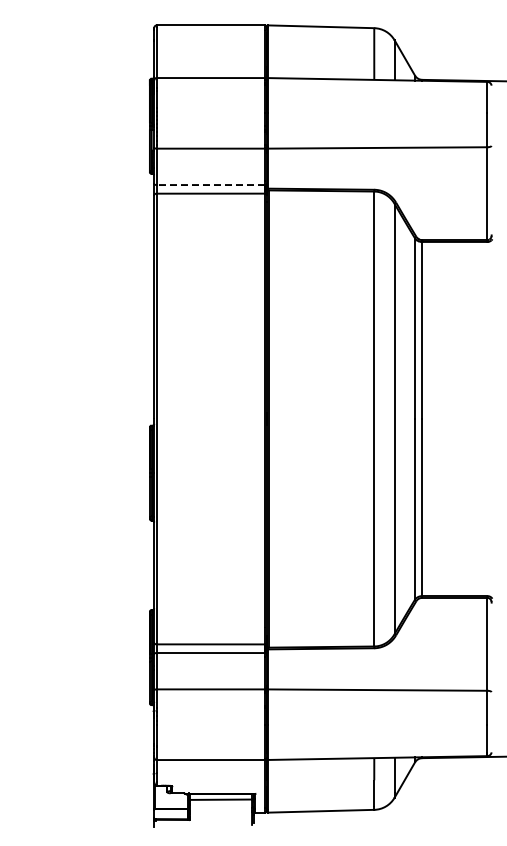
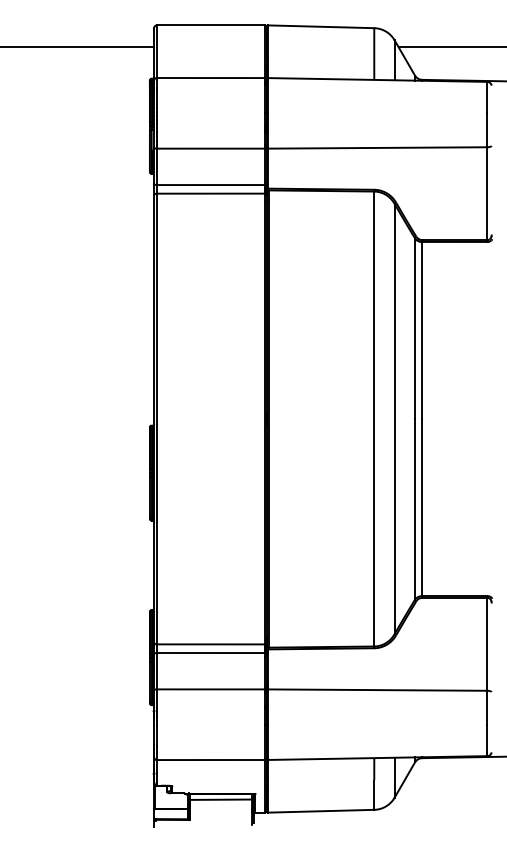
line at (78, 47): none -> present
line at (450, 47): none -> present
line at (210, 185): dashed -> solid
